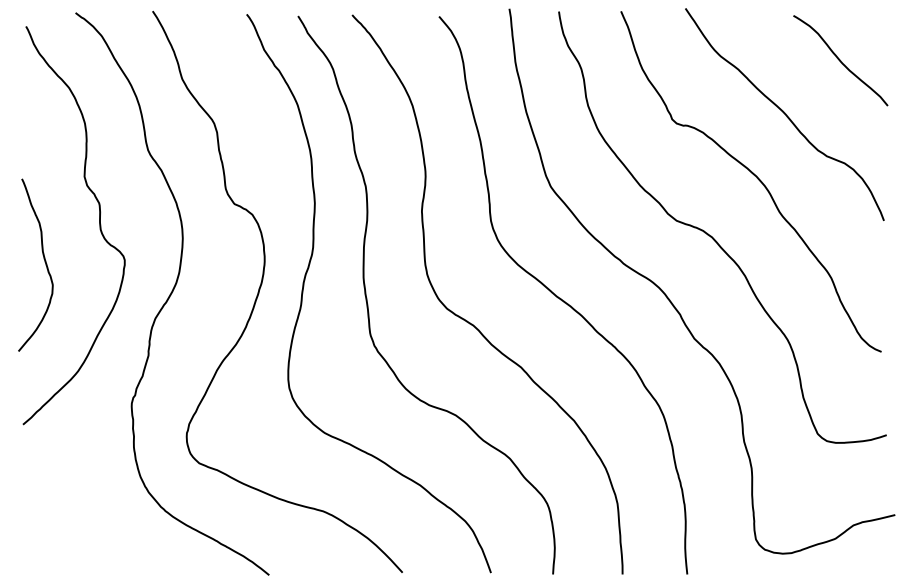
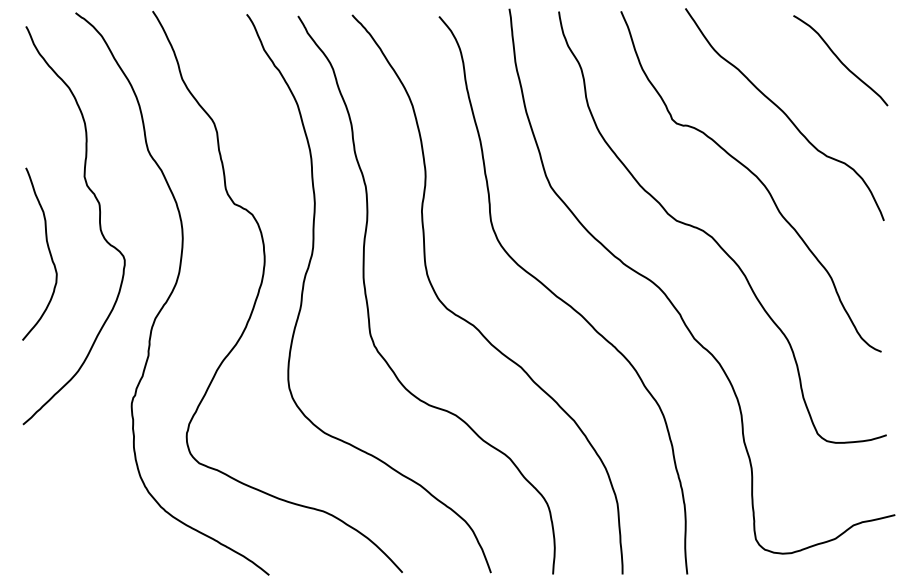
curve at (44, 262) position: (44, 262) -> (48, 251)
